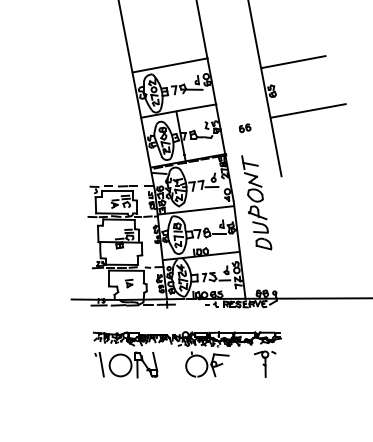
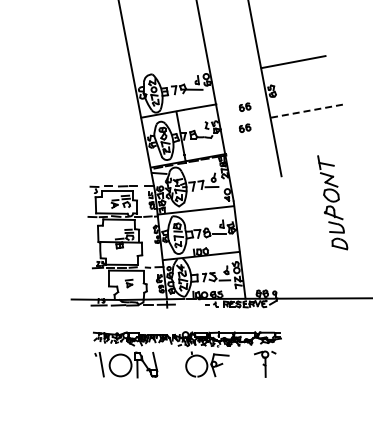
line at (169, 65): present -> none
part at (245, 106): none -> present
line at (308, 110): solid -> dashed
part at (256, 202) position: (256, 202) -> (332, 202)
